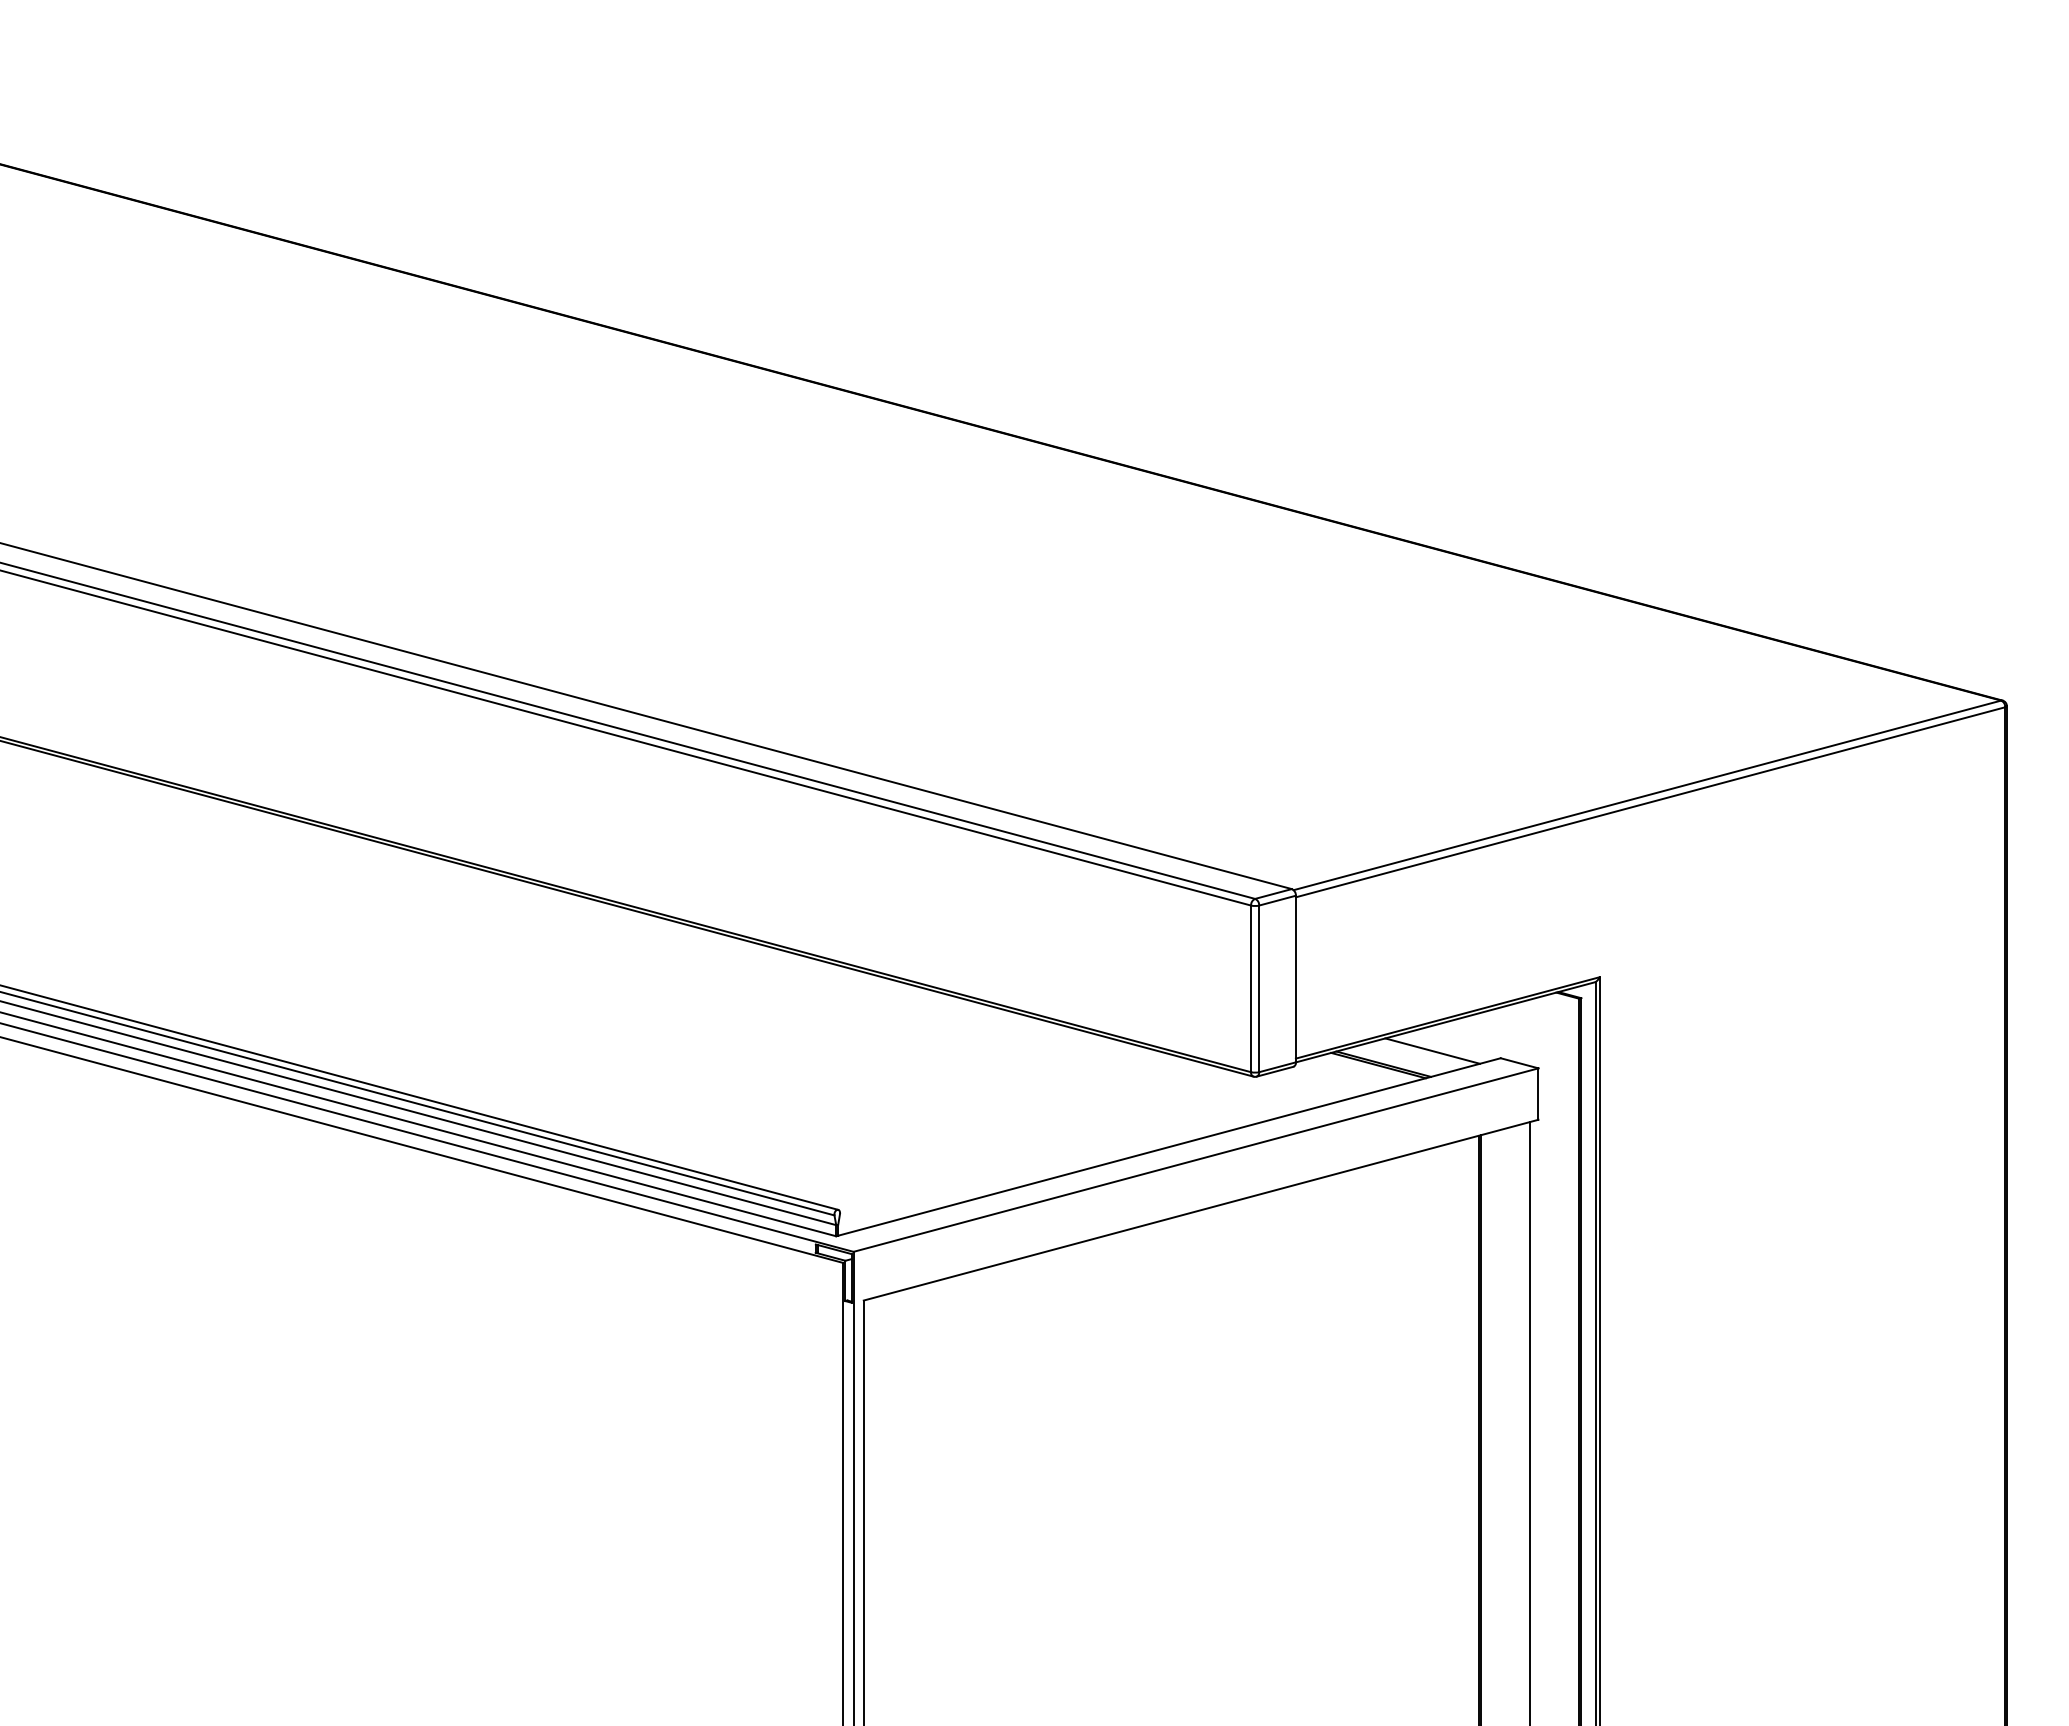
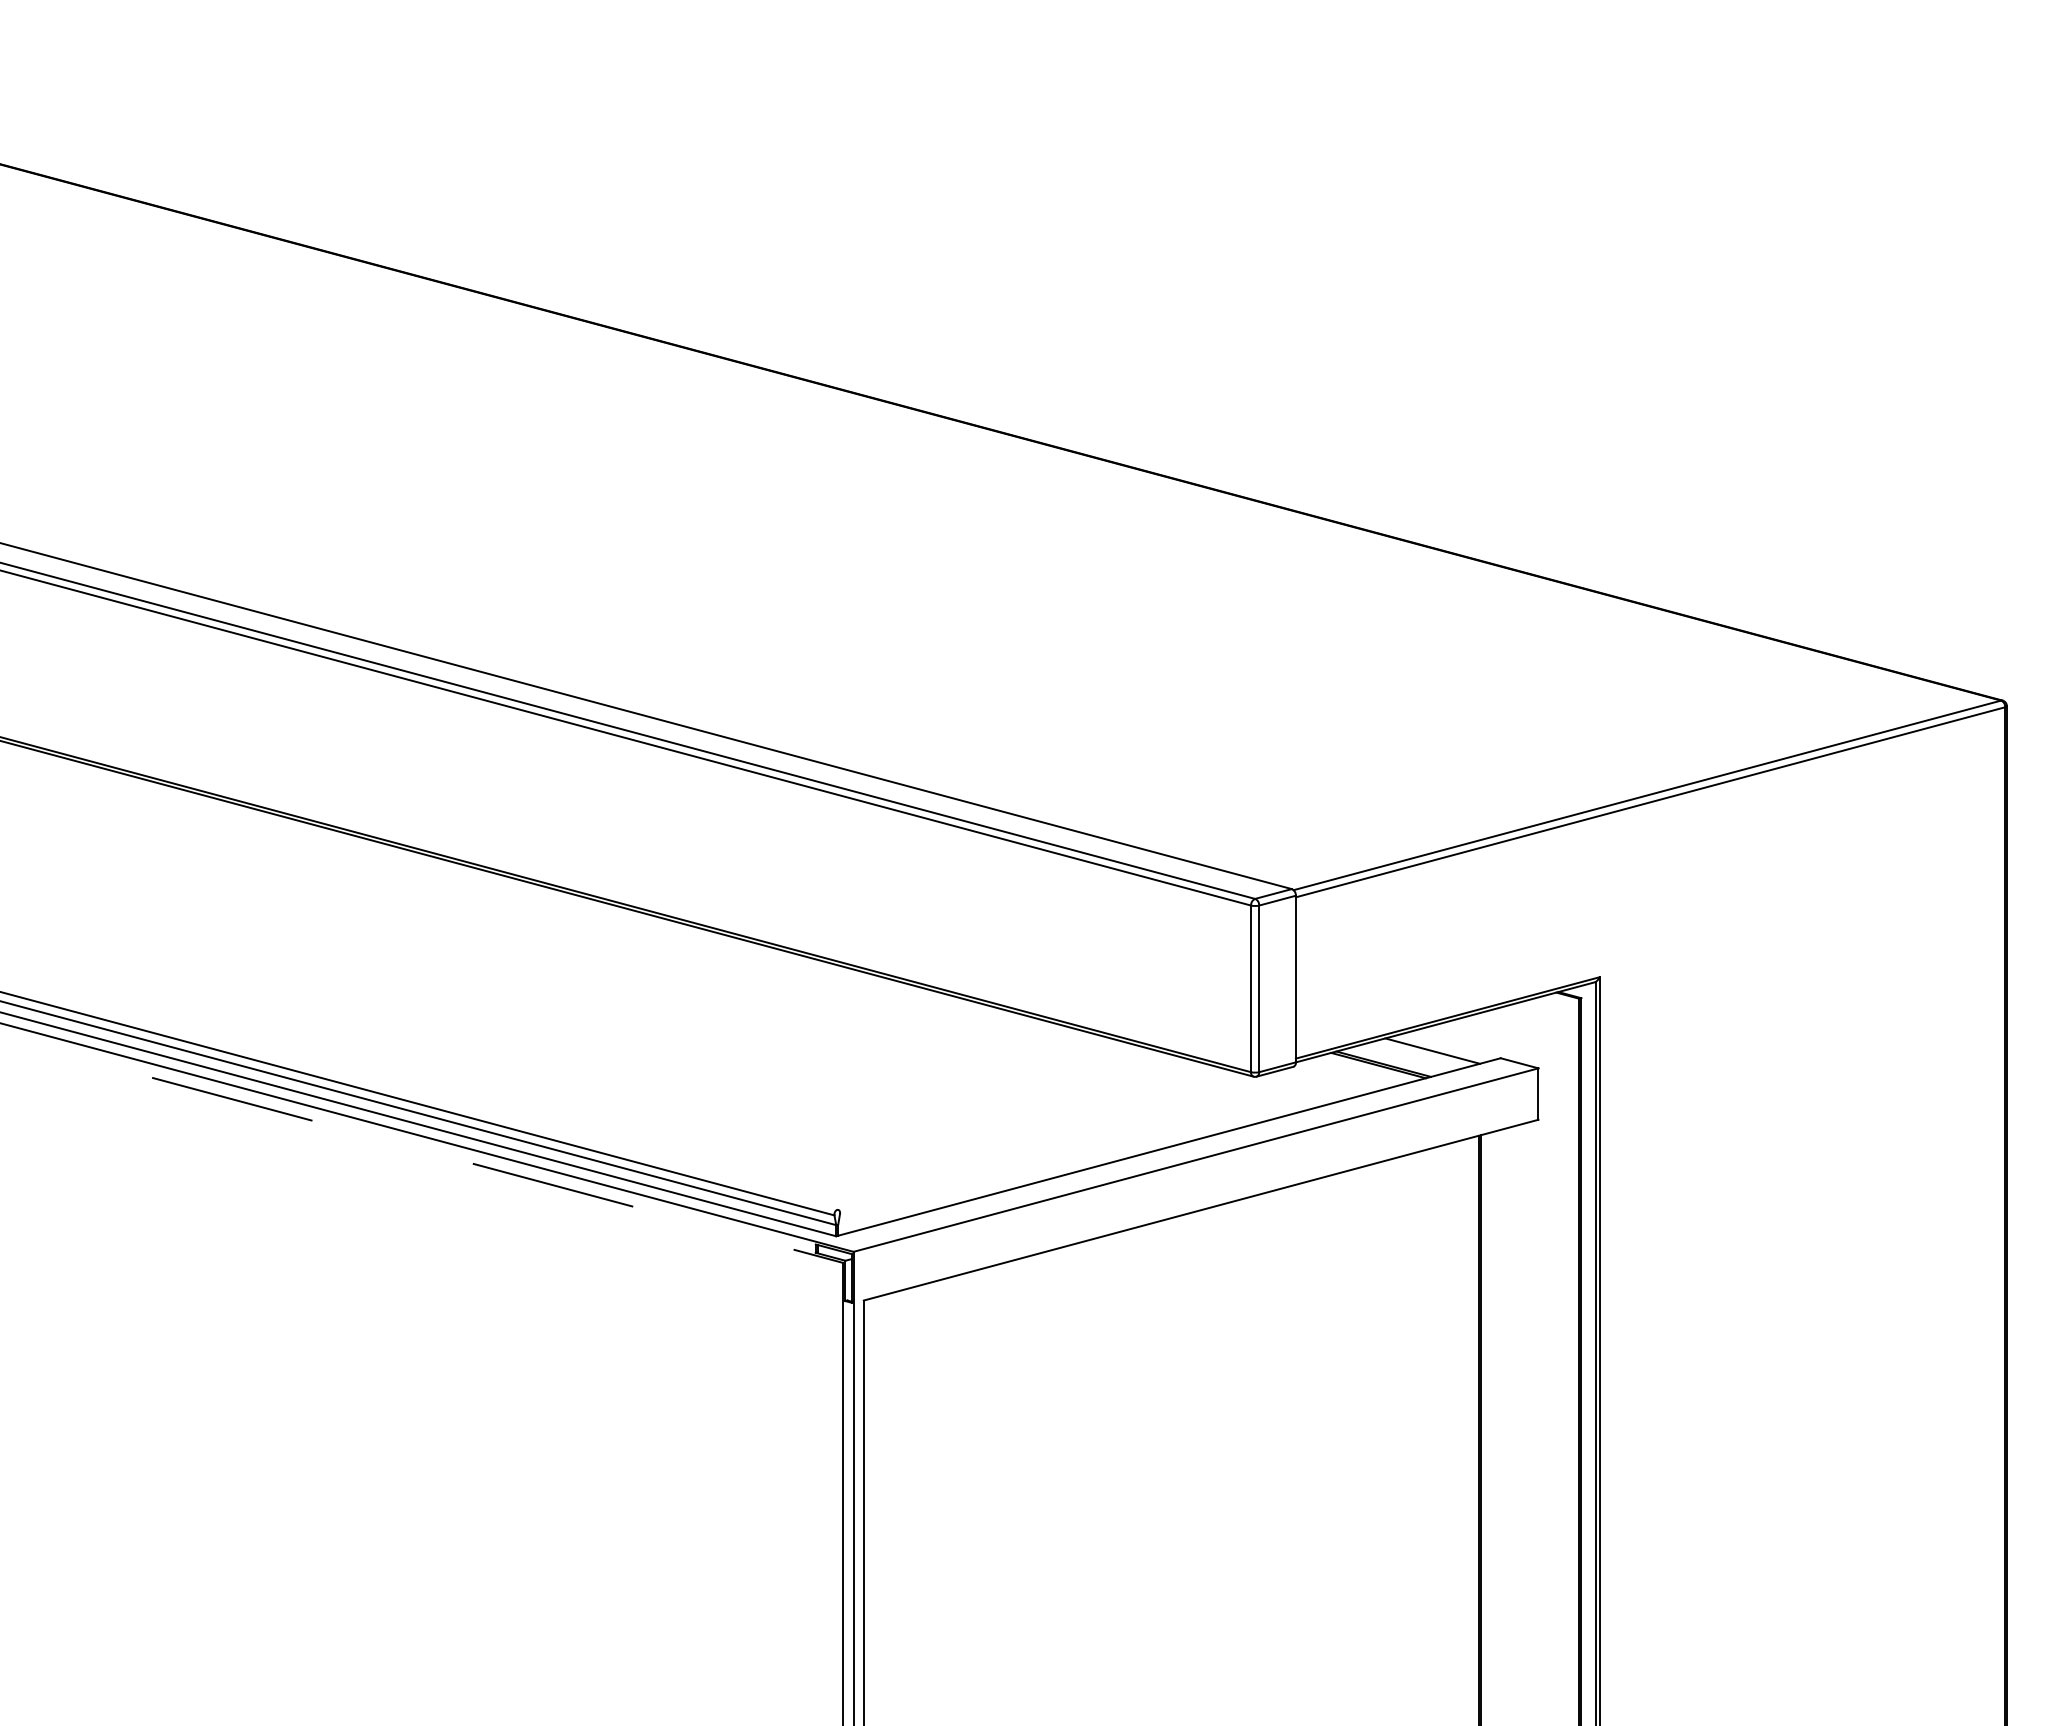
line at (420, 1097): present -> none
line at (422, 1150): solid -> dashed
line at (1530, 1421): present -> none
